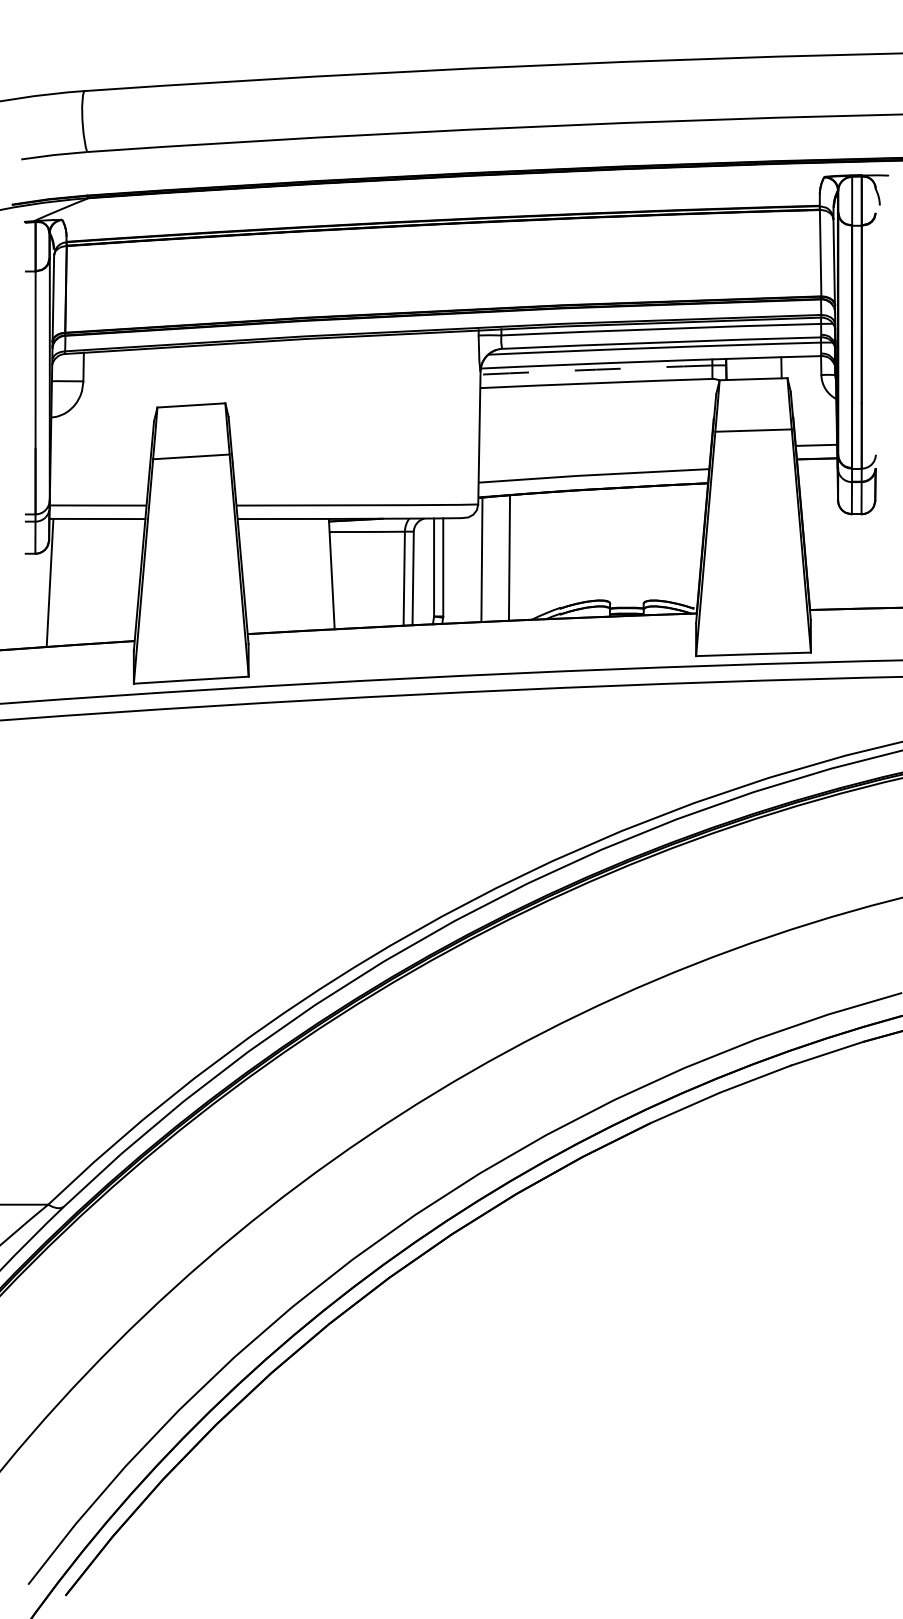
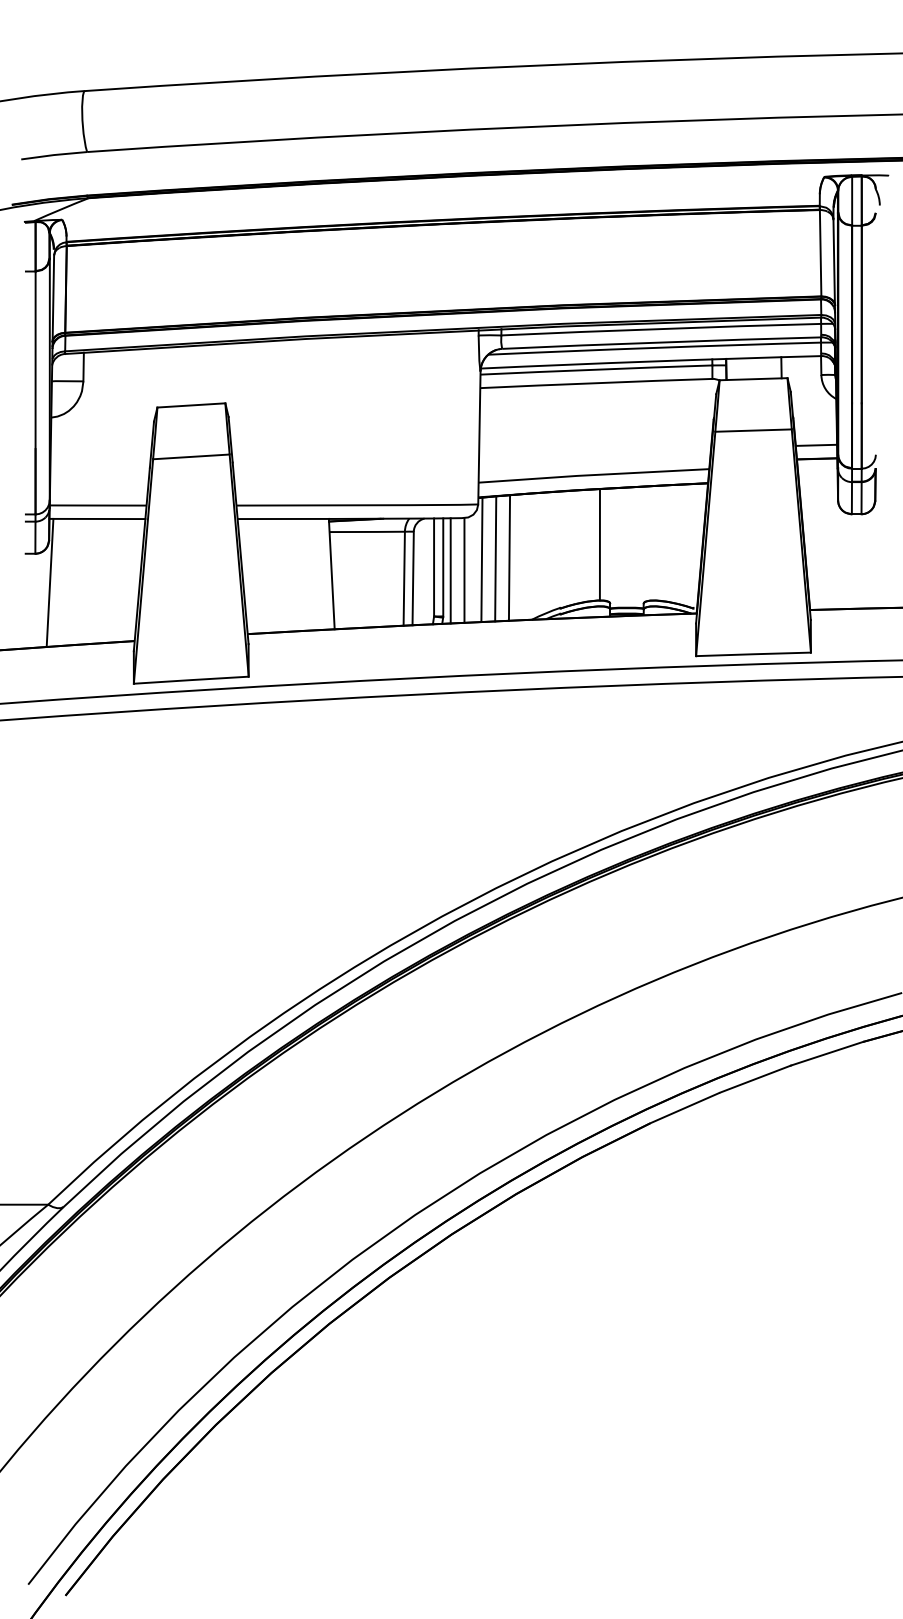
arc at (596, 369): dashed -> solid
line at (599, 544): none -> present
line at (495, 558): none -> present
line at (450, 570): none -> present
line at (464, 570): none -> present
